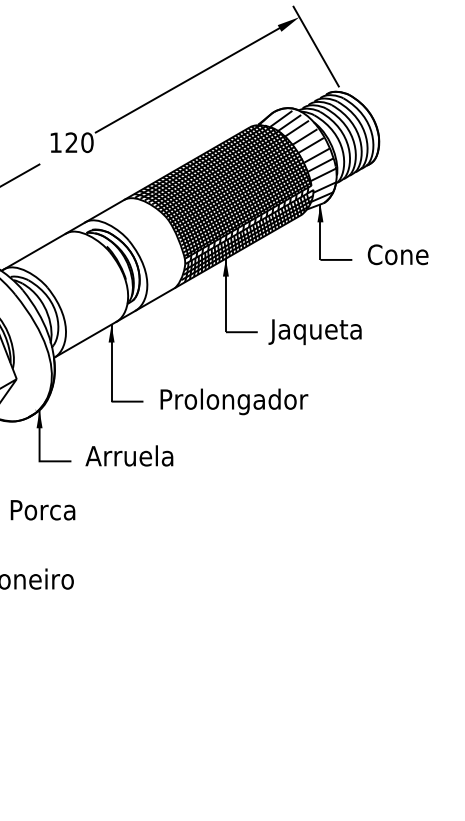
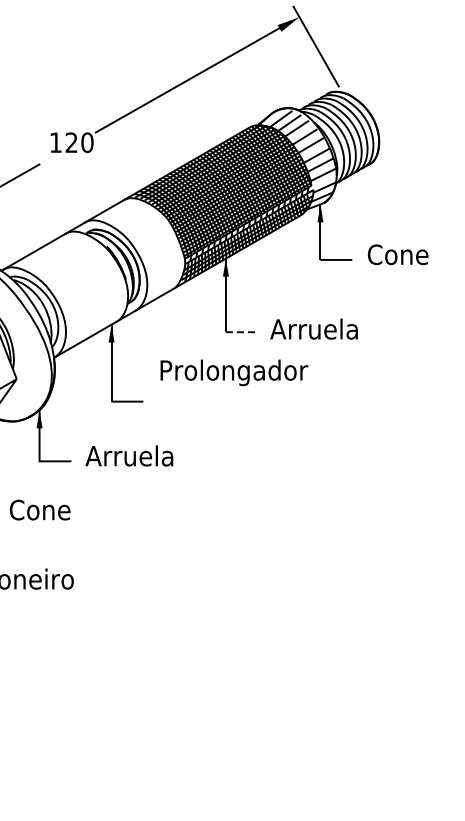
text at (314, 331): Jaqueta -> Arruela
line at (241, 332): solid -> dashed
text at (234, 401) position: (234, 401) -> (234, 372)
text at (42, 509): Porca -> Cone
